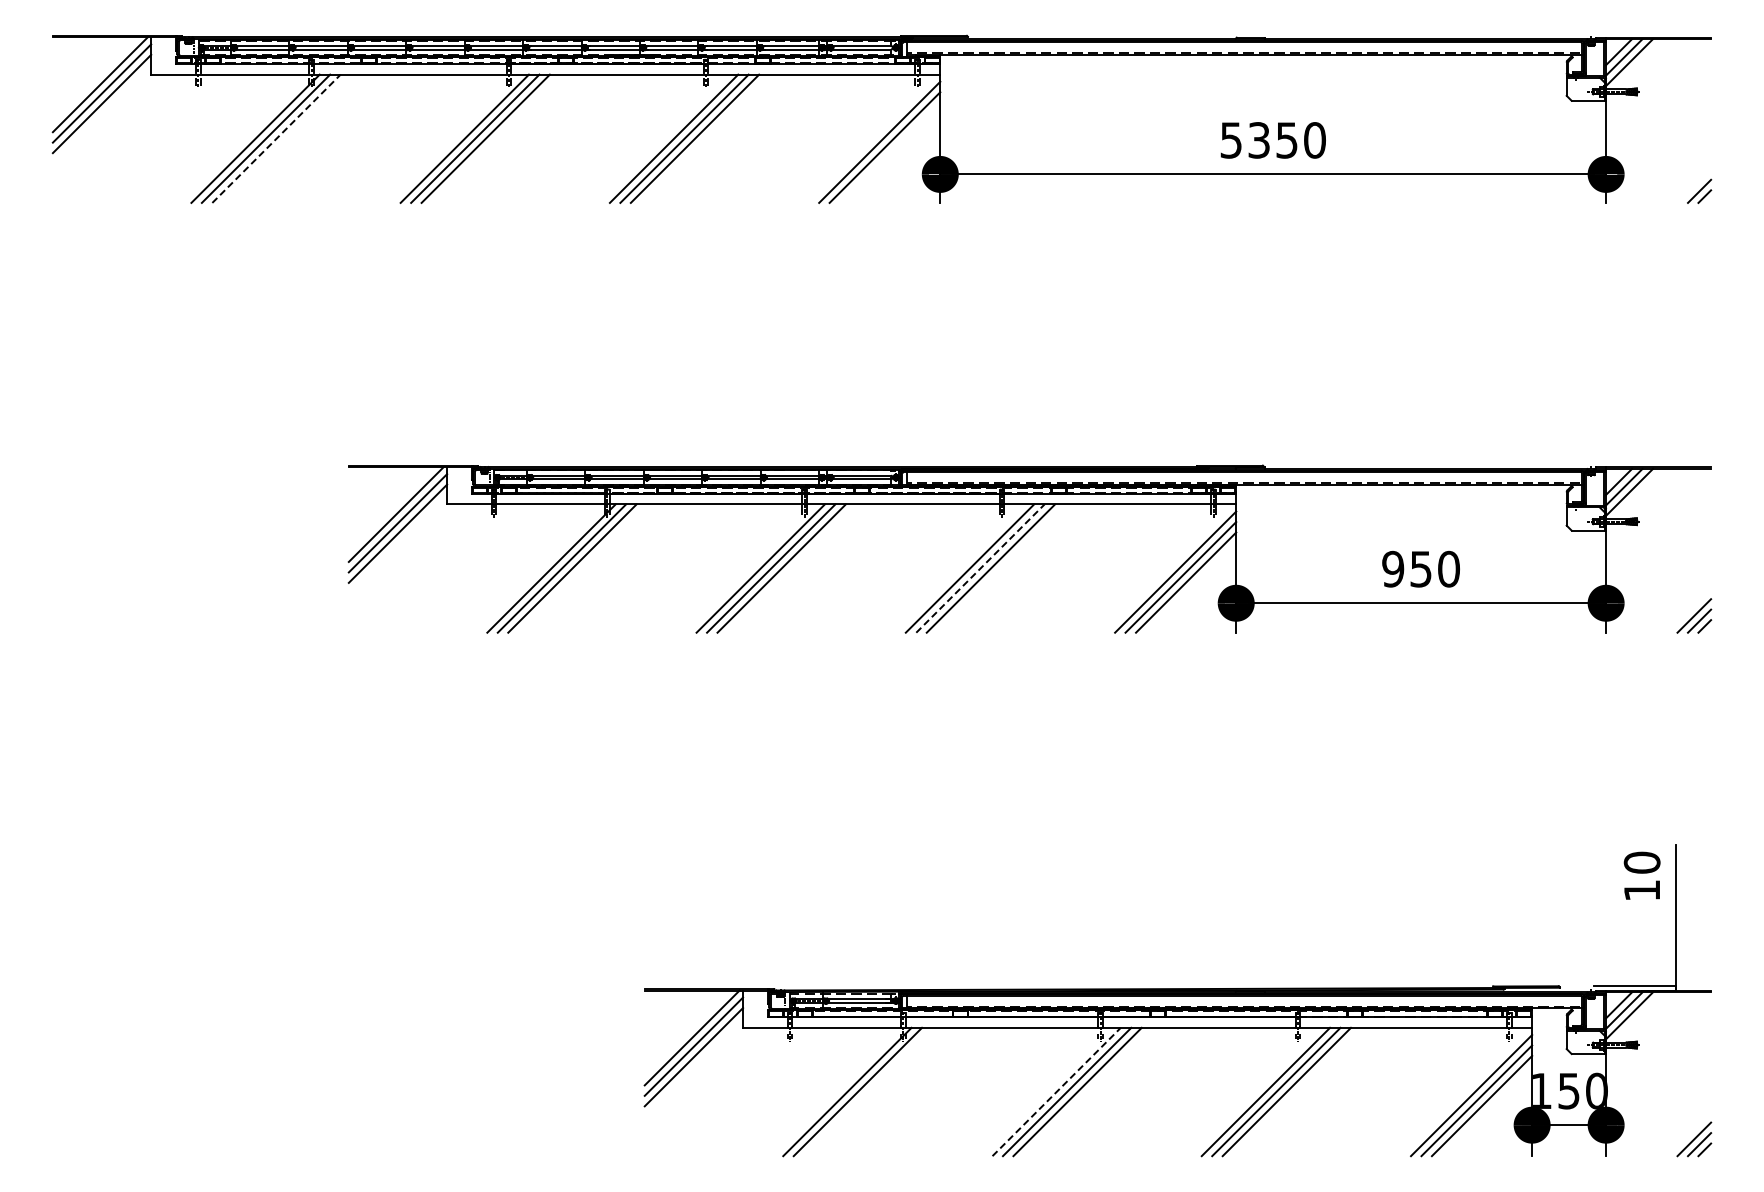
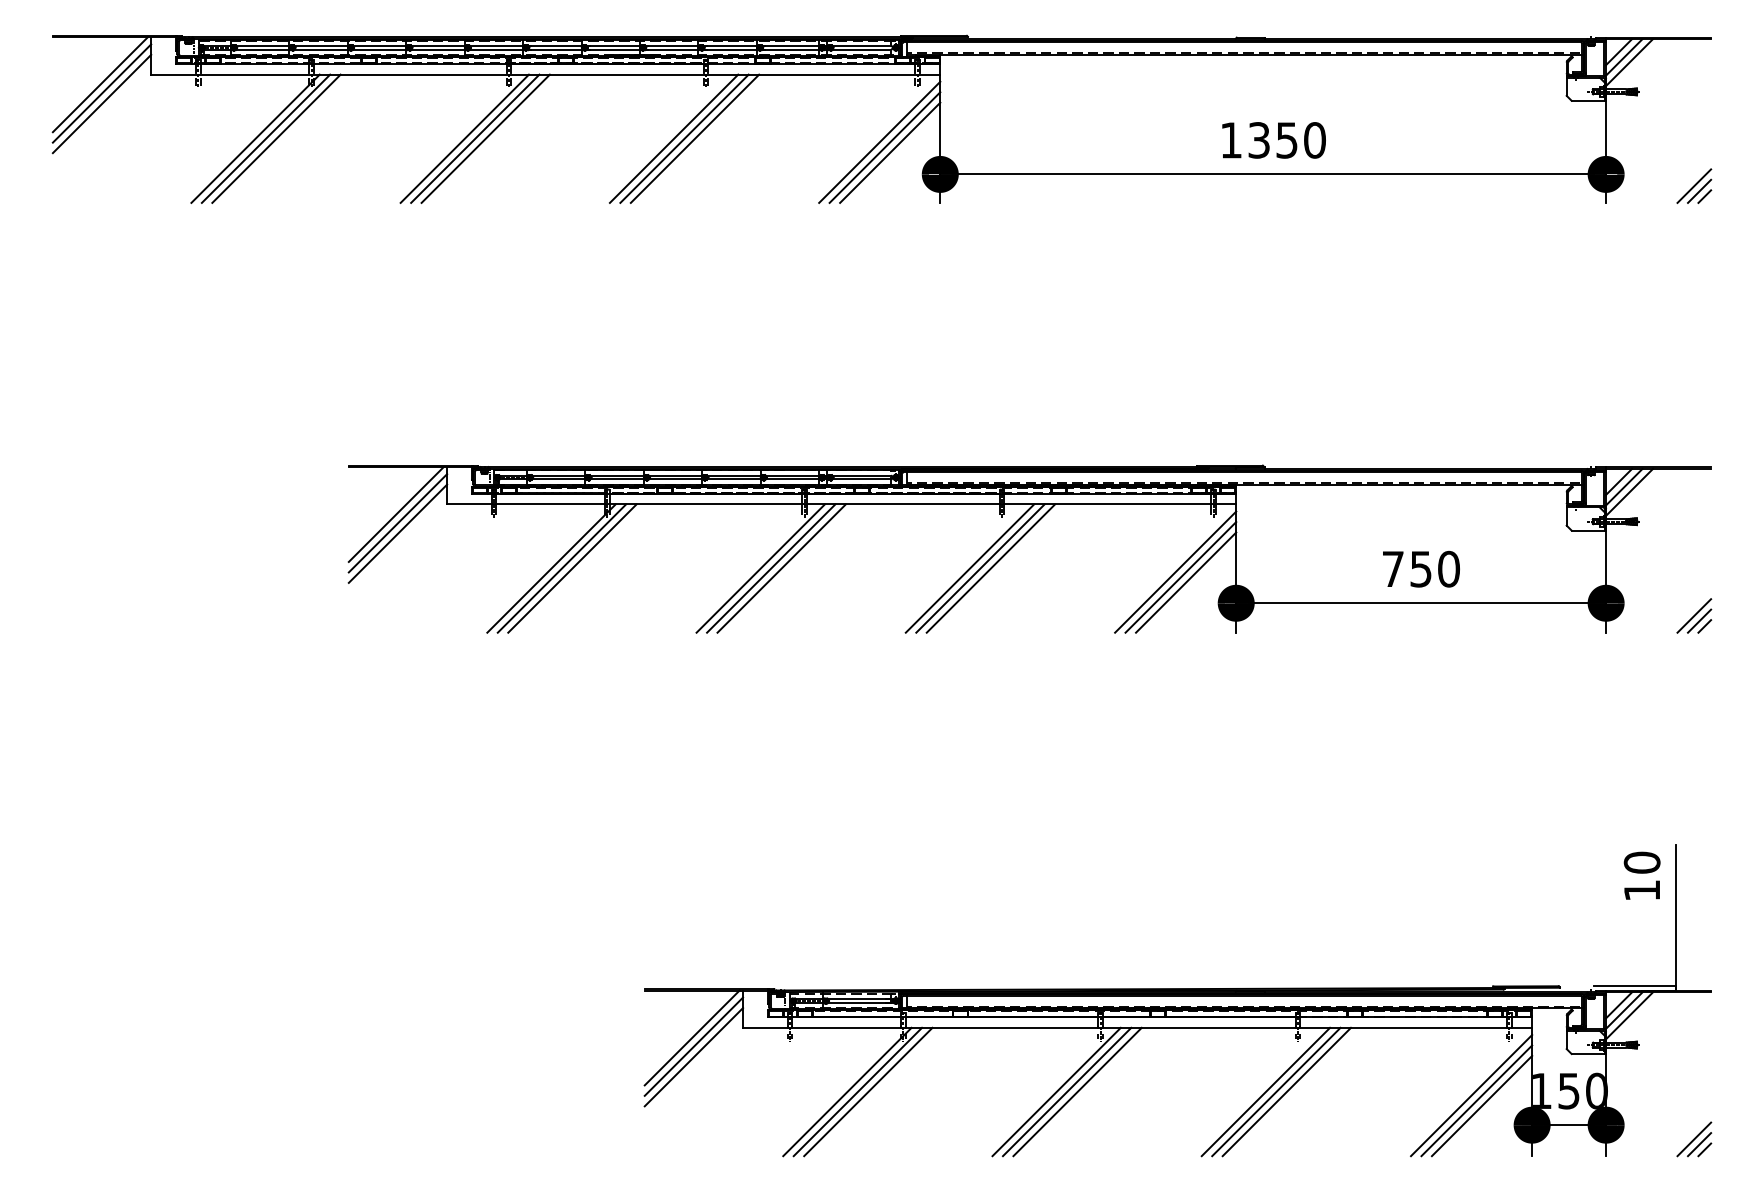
line at (276, 138): dashed -> solid
text at (1230, 140): 5350 -> 1350
line at (890, 152): none -> present
line at (1694, 185): none -> present
line at (980, 568): dashed -> solid
text at (1393, 568): 950 -> 750
line at (868, 1091): none -> present
line at (1056, 1092): dashed -> solid
